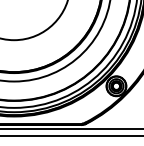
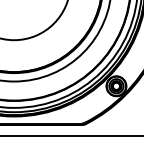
line at (71, 129): present -> none
